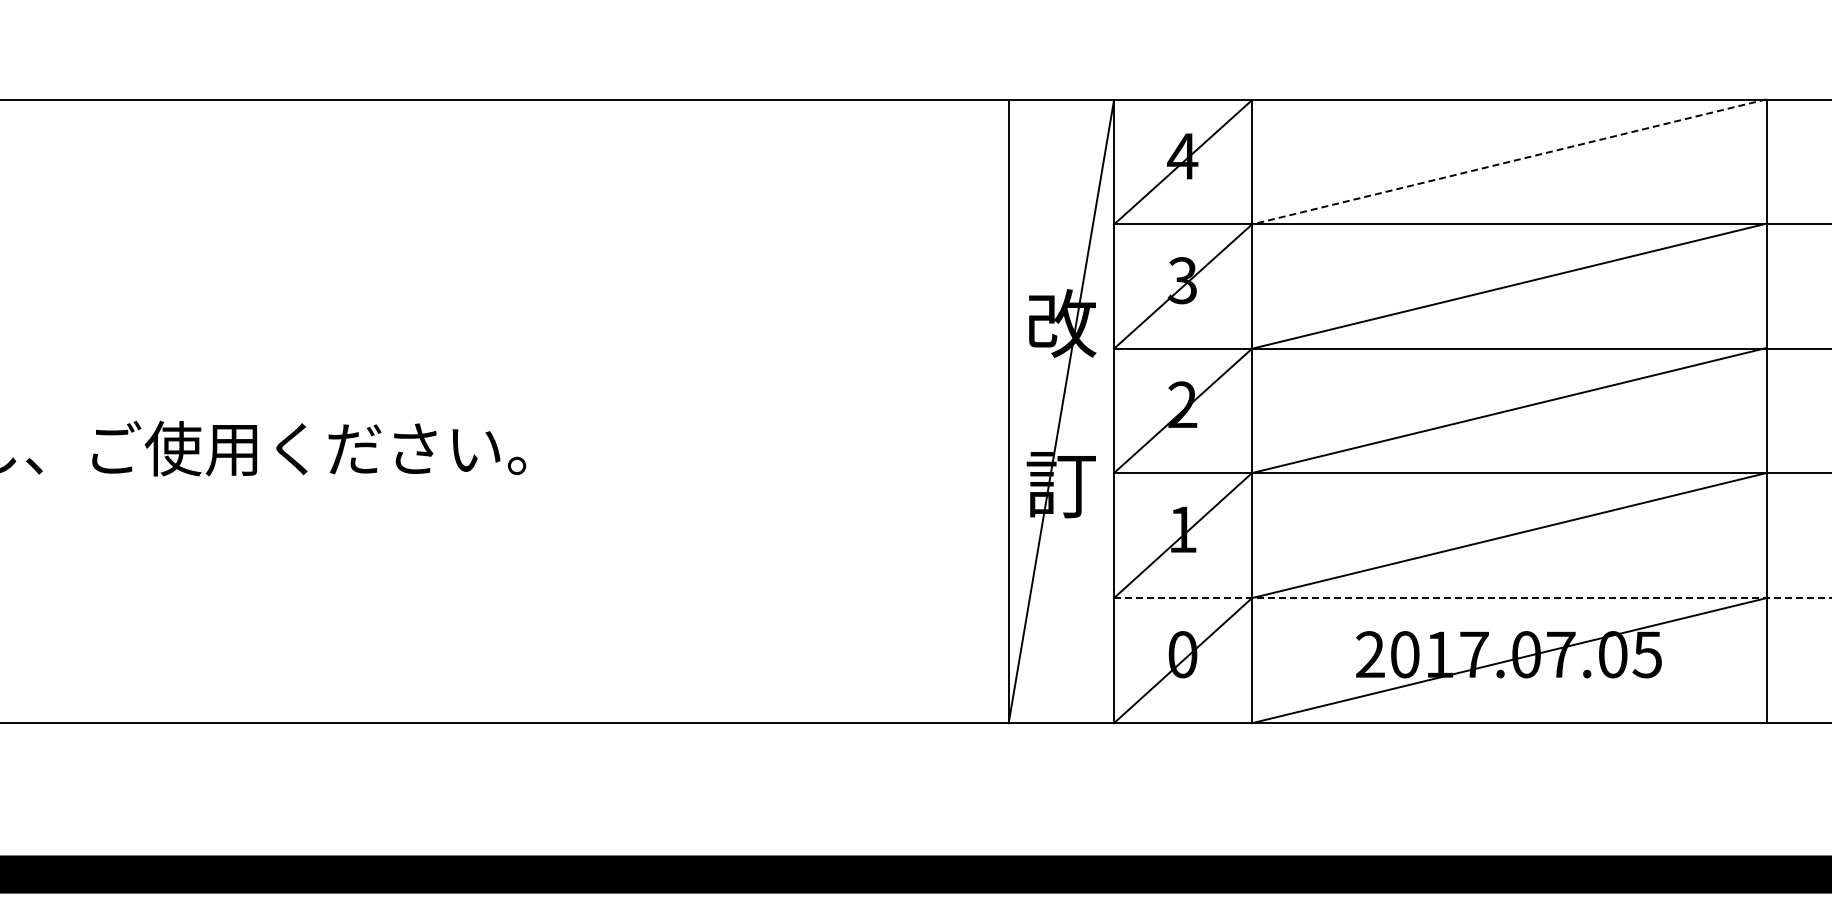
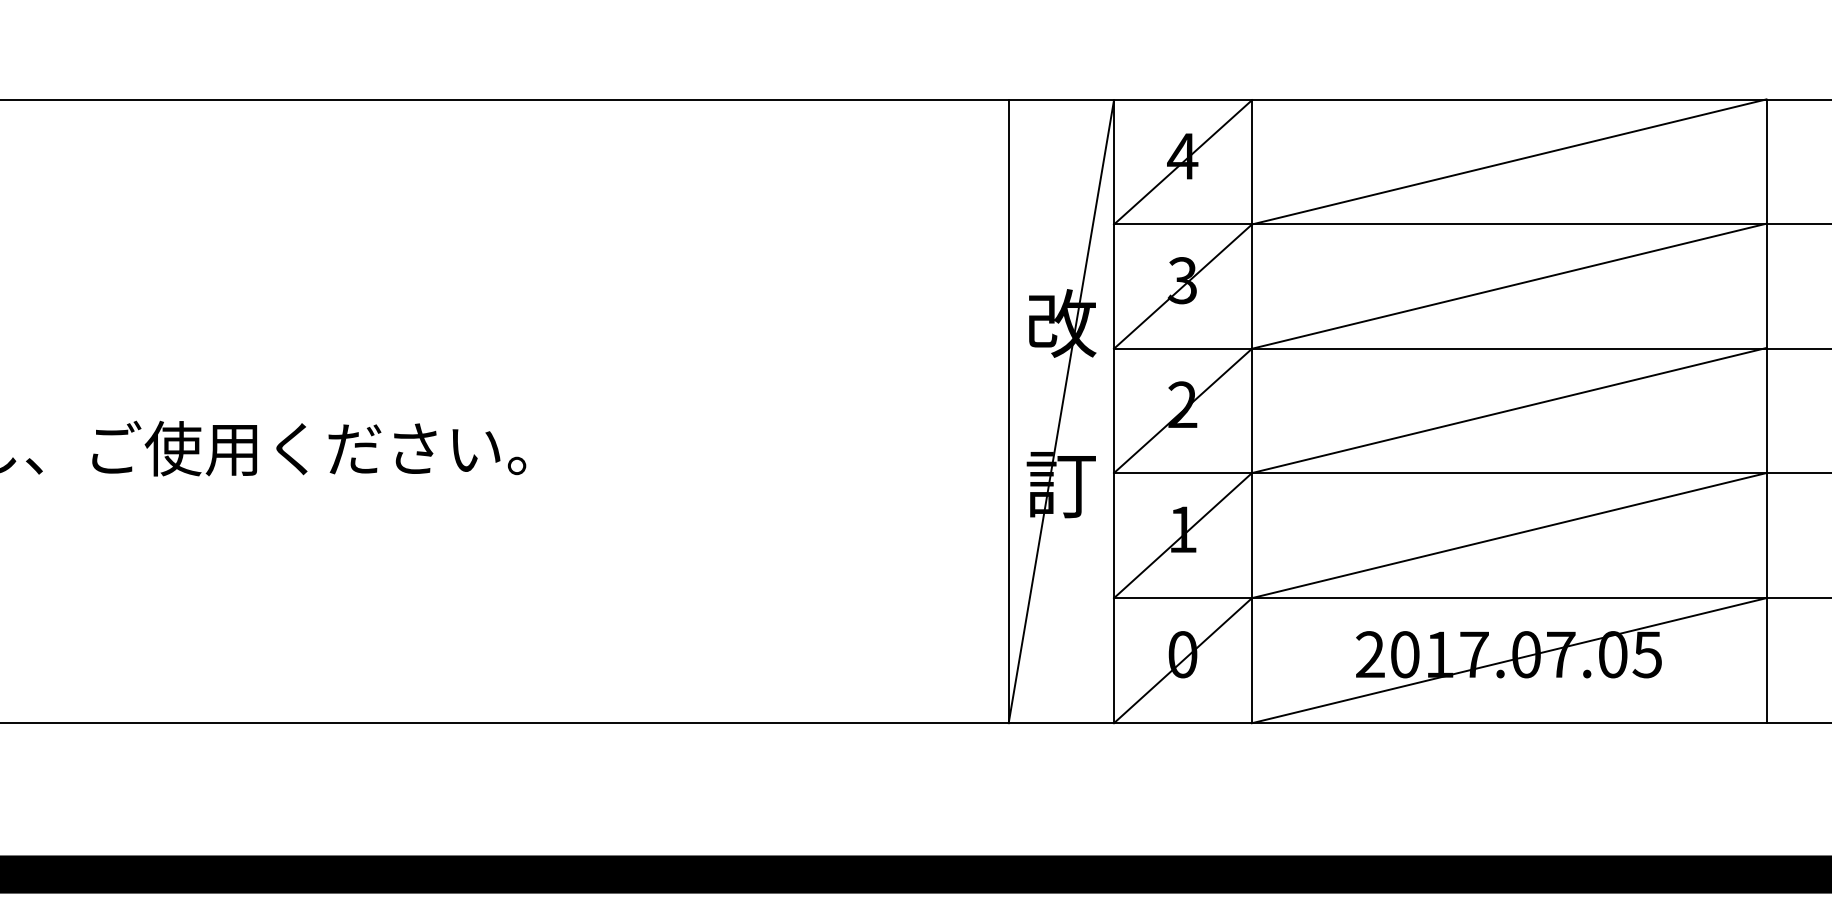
line at (1509, 161): dashed -> solid
line at (1473, 598): dashed -> solid
